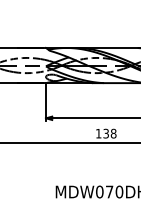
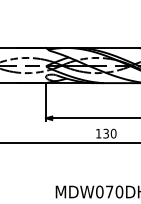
text at (113, 133): 138 -> 130
